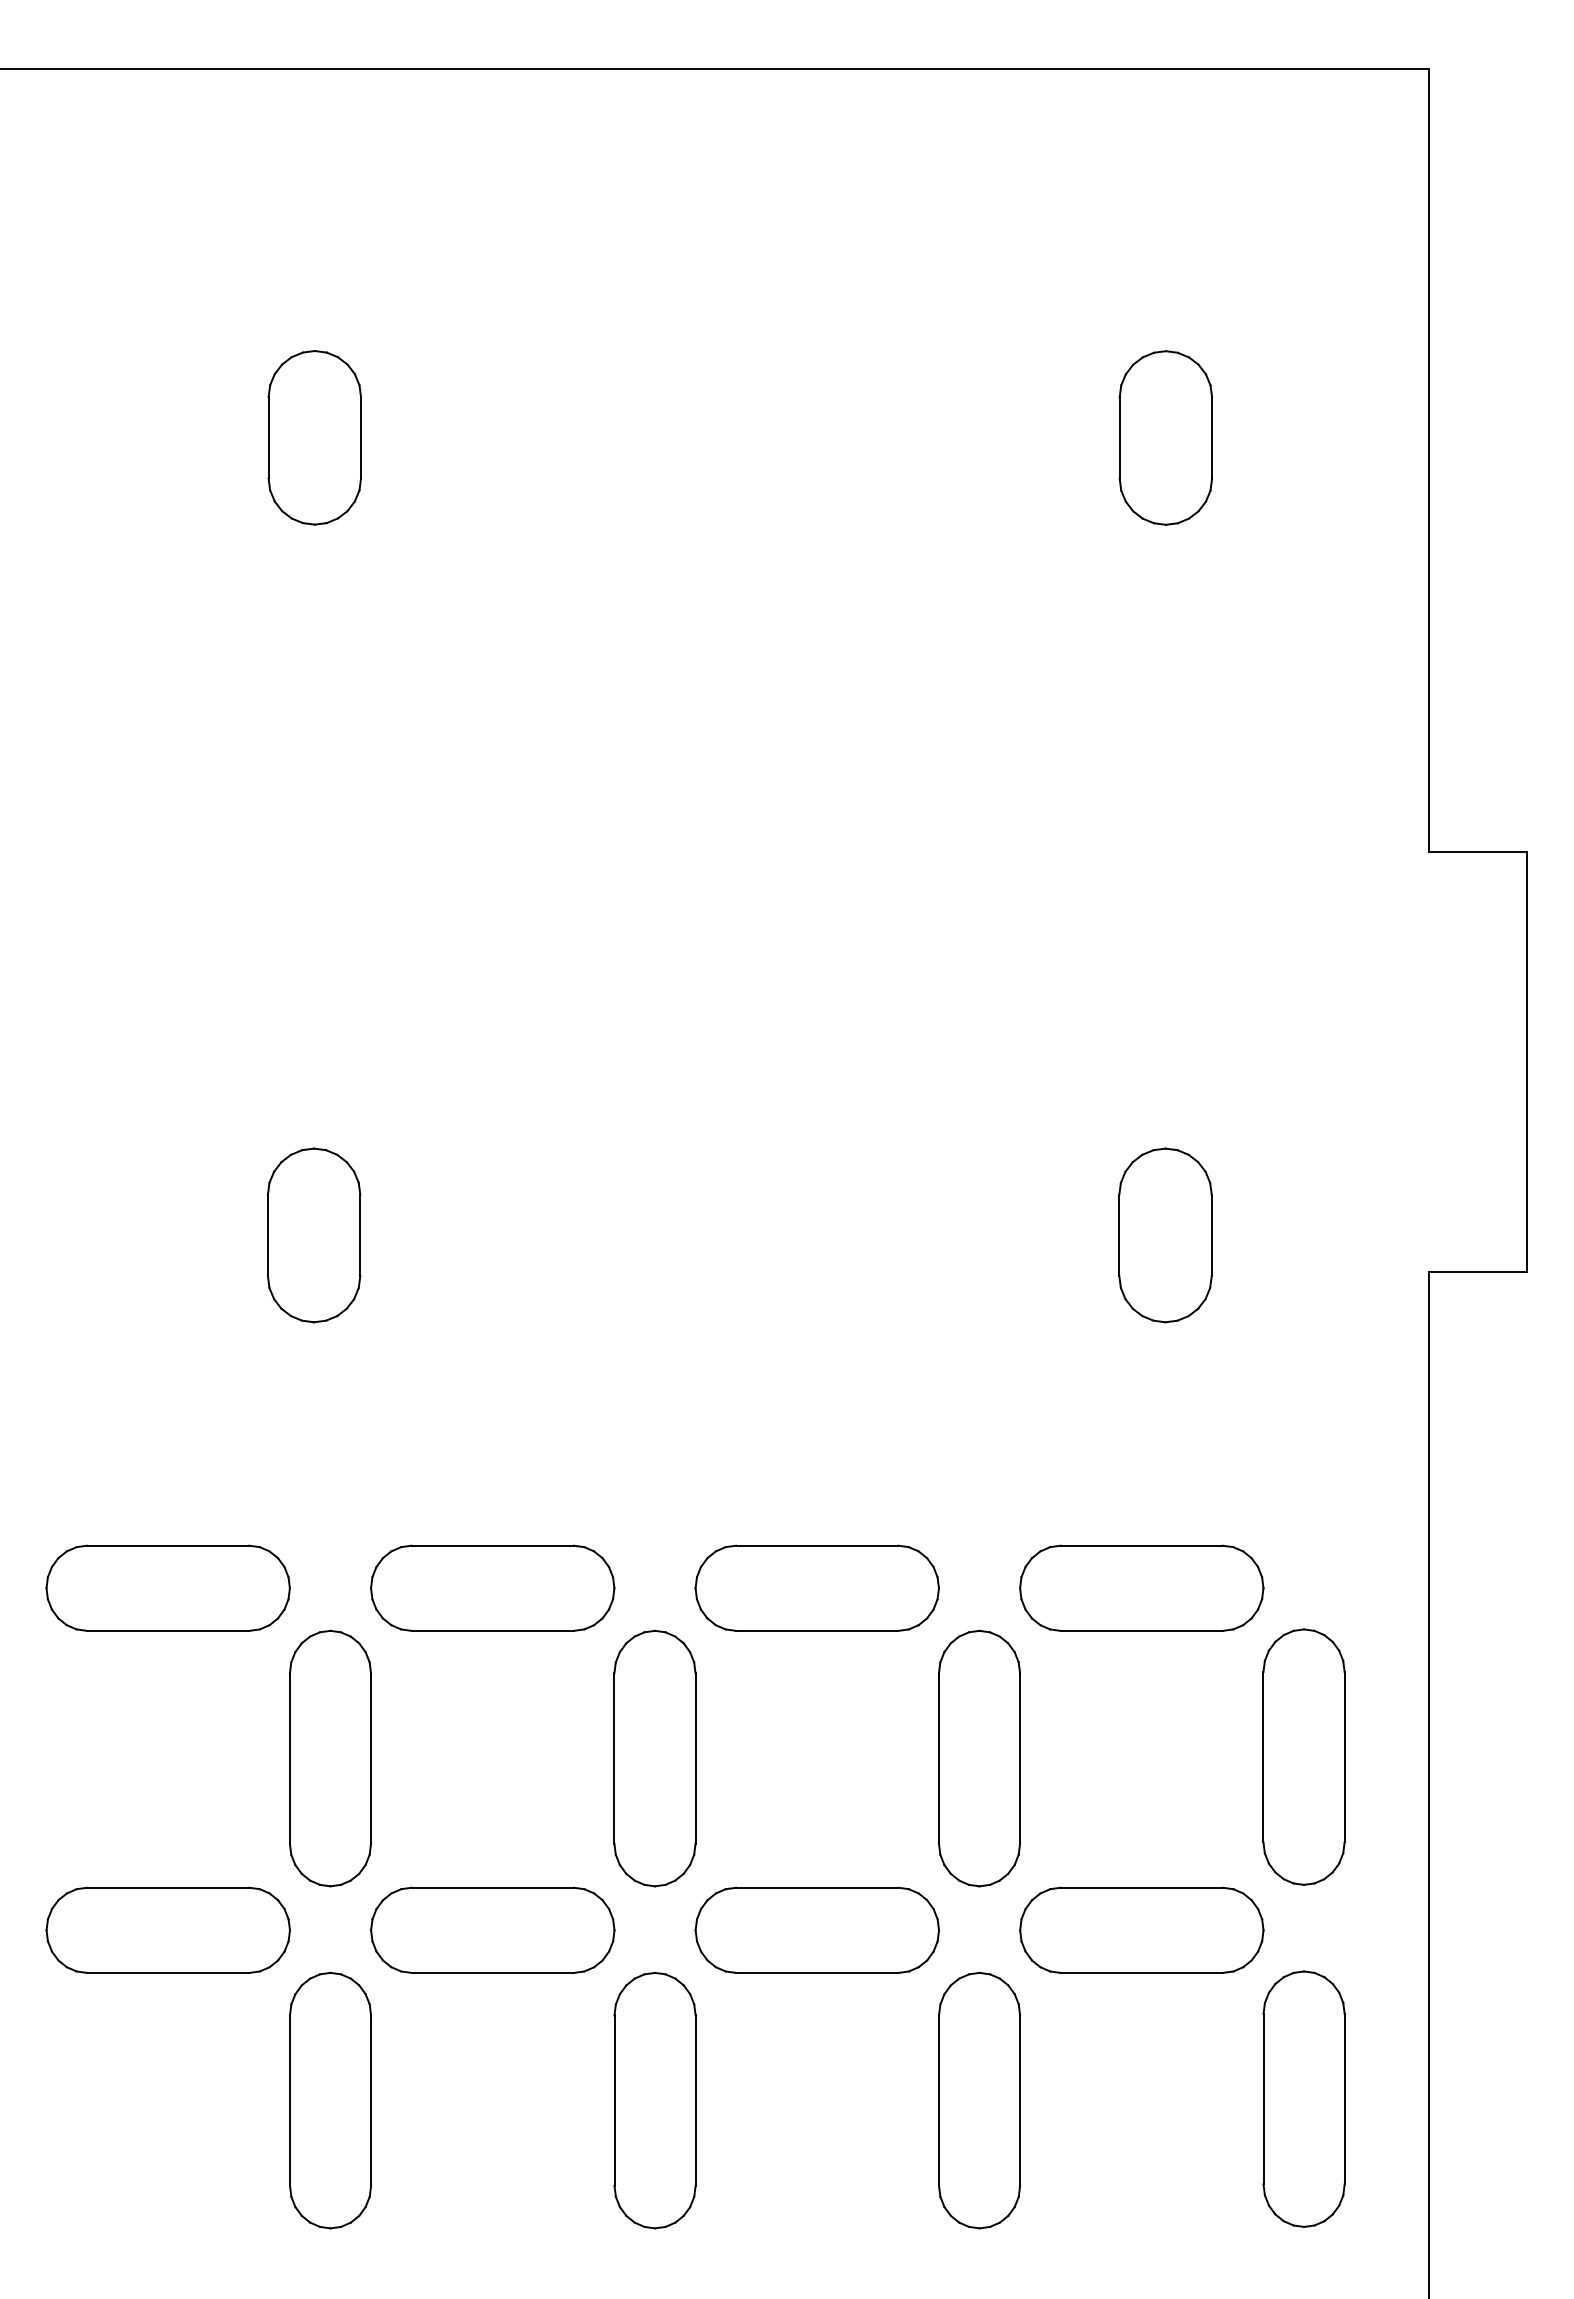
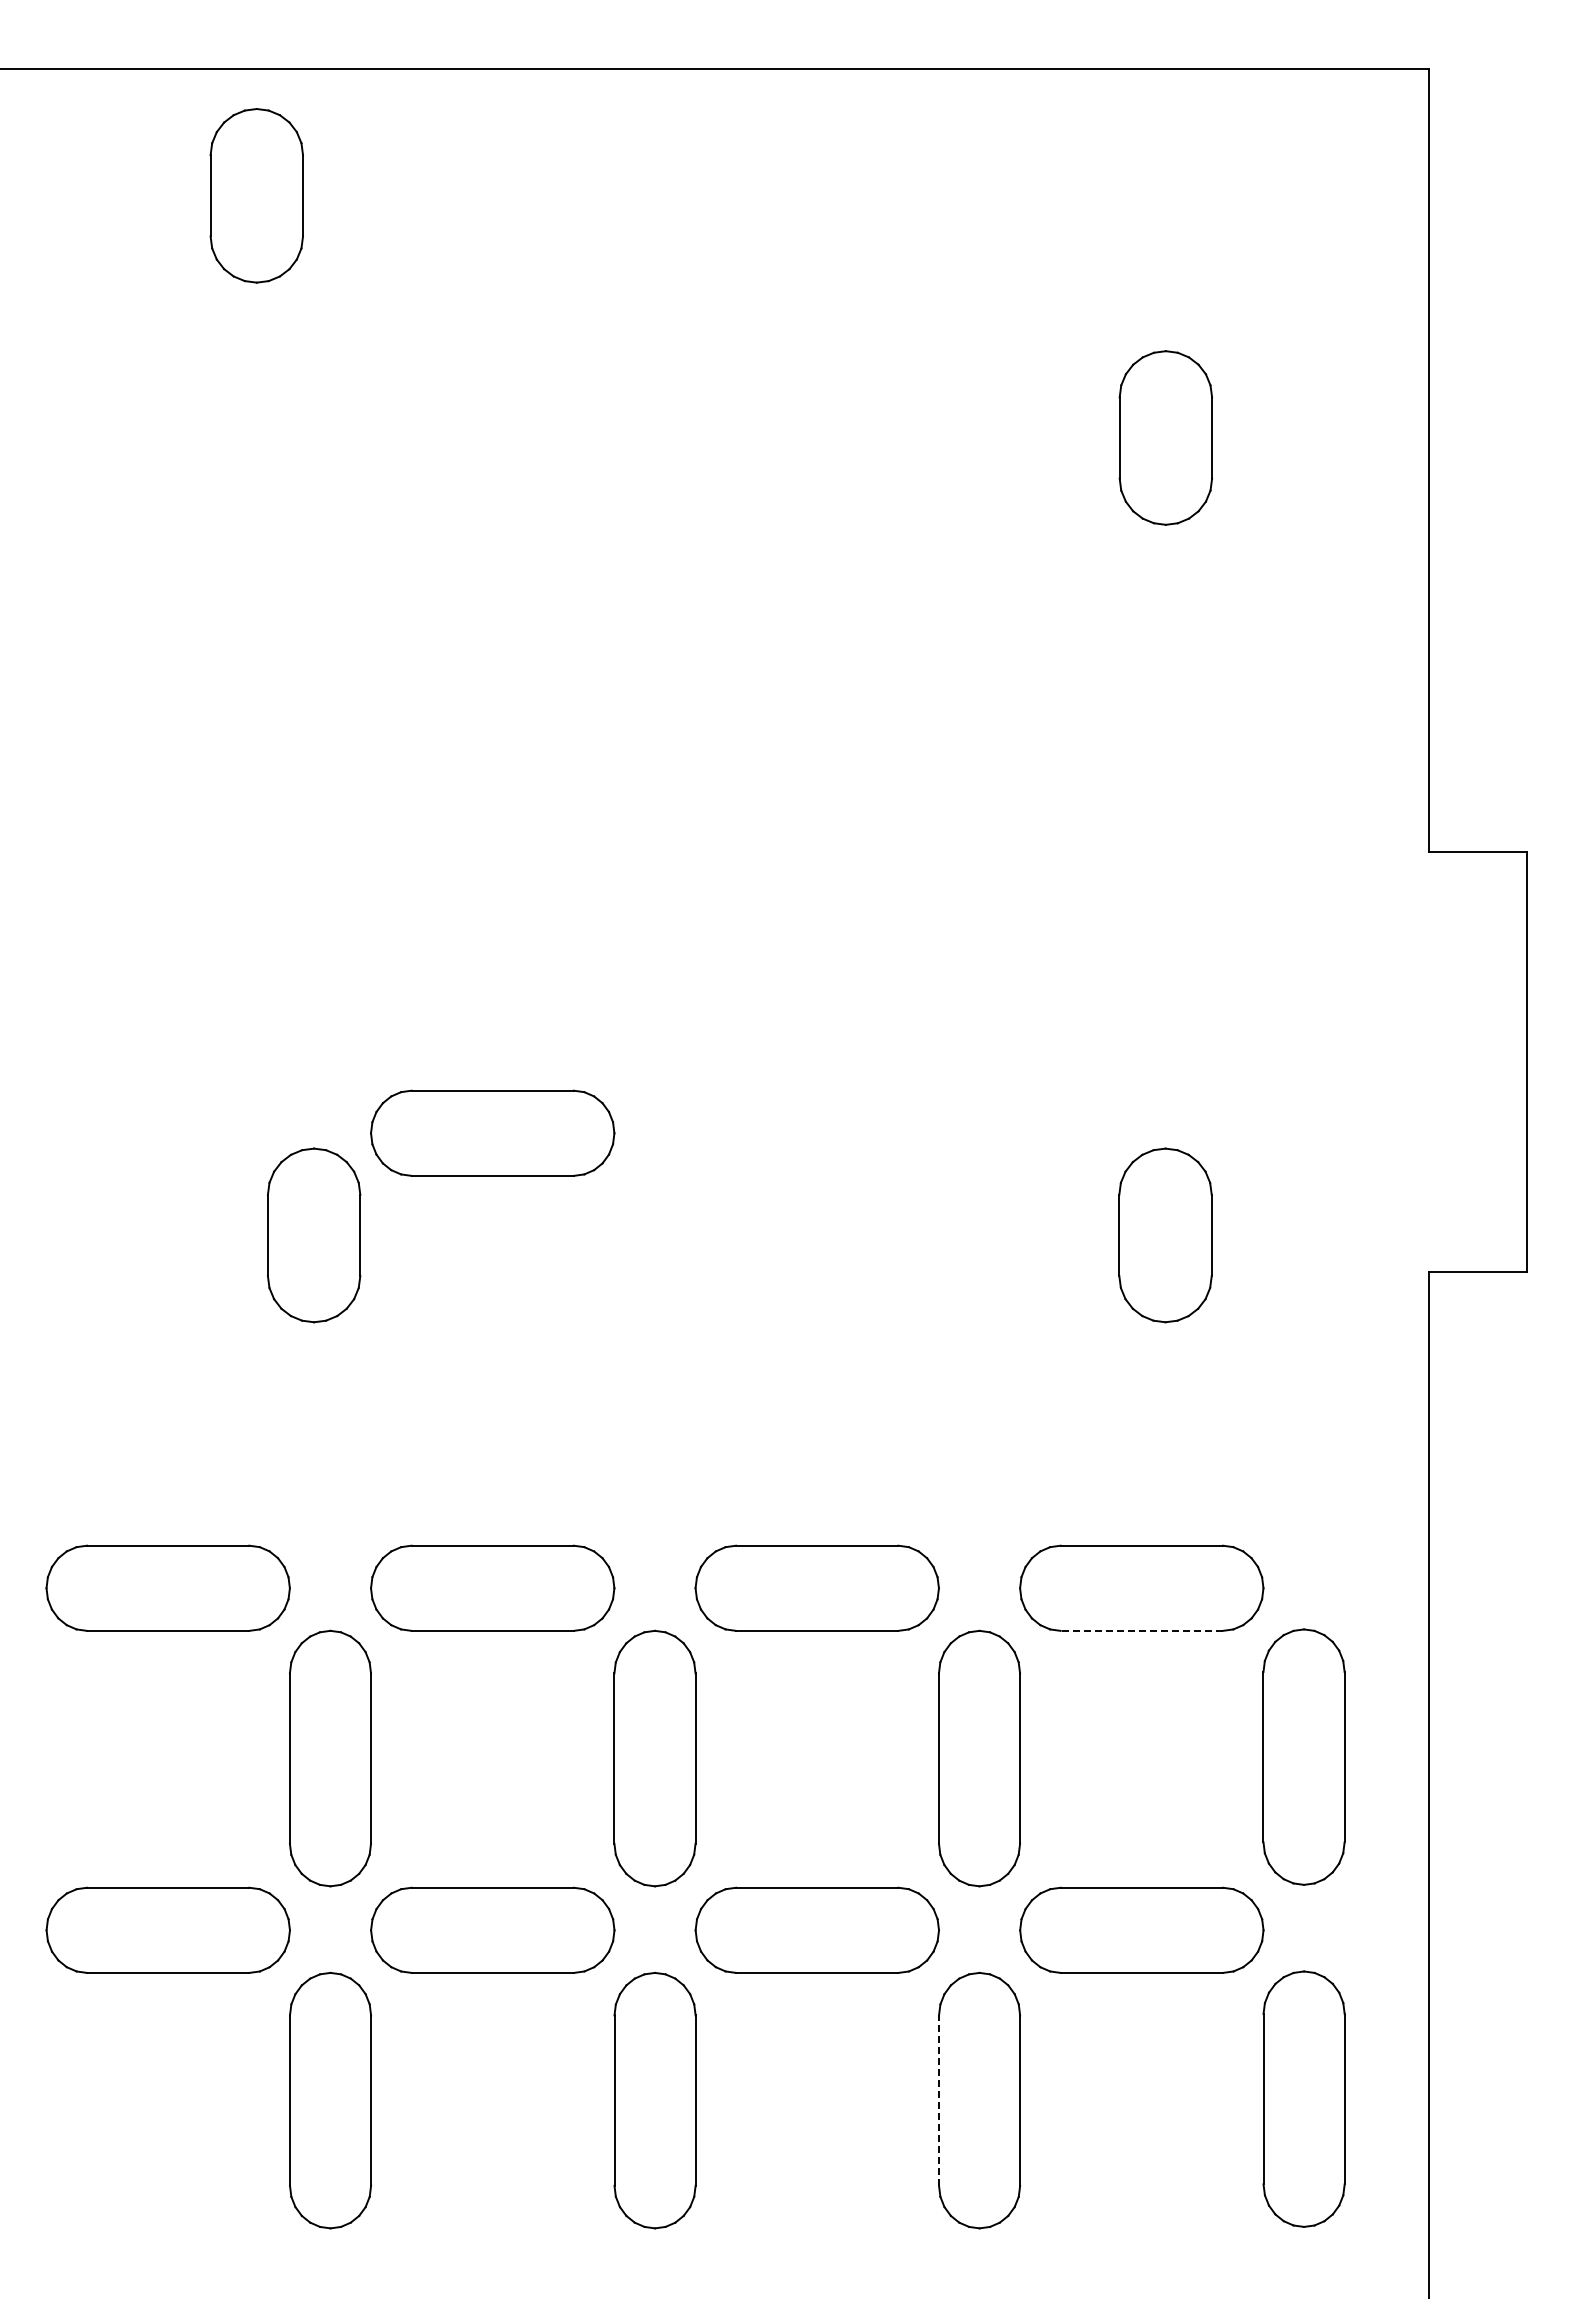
part at (314, 437) position: (314, 437) -> (256, 195)
part at (492, 1132): none -> present
line at (1141, 1630): solid -> dashed
line at (939, 2100): solid -> dashed
